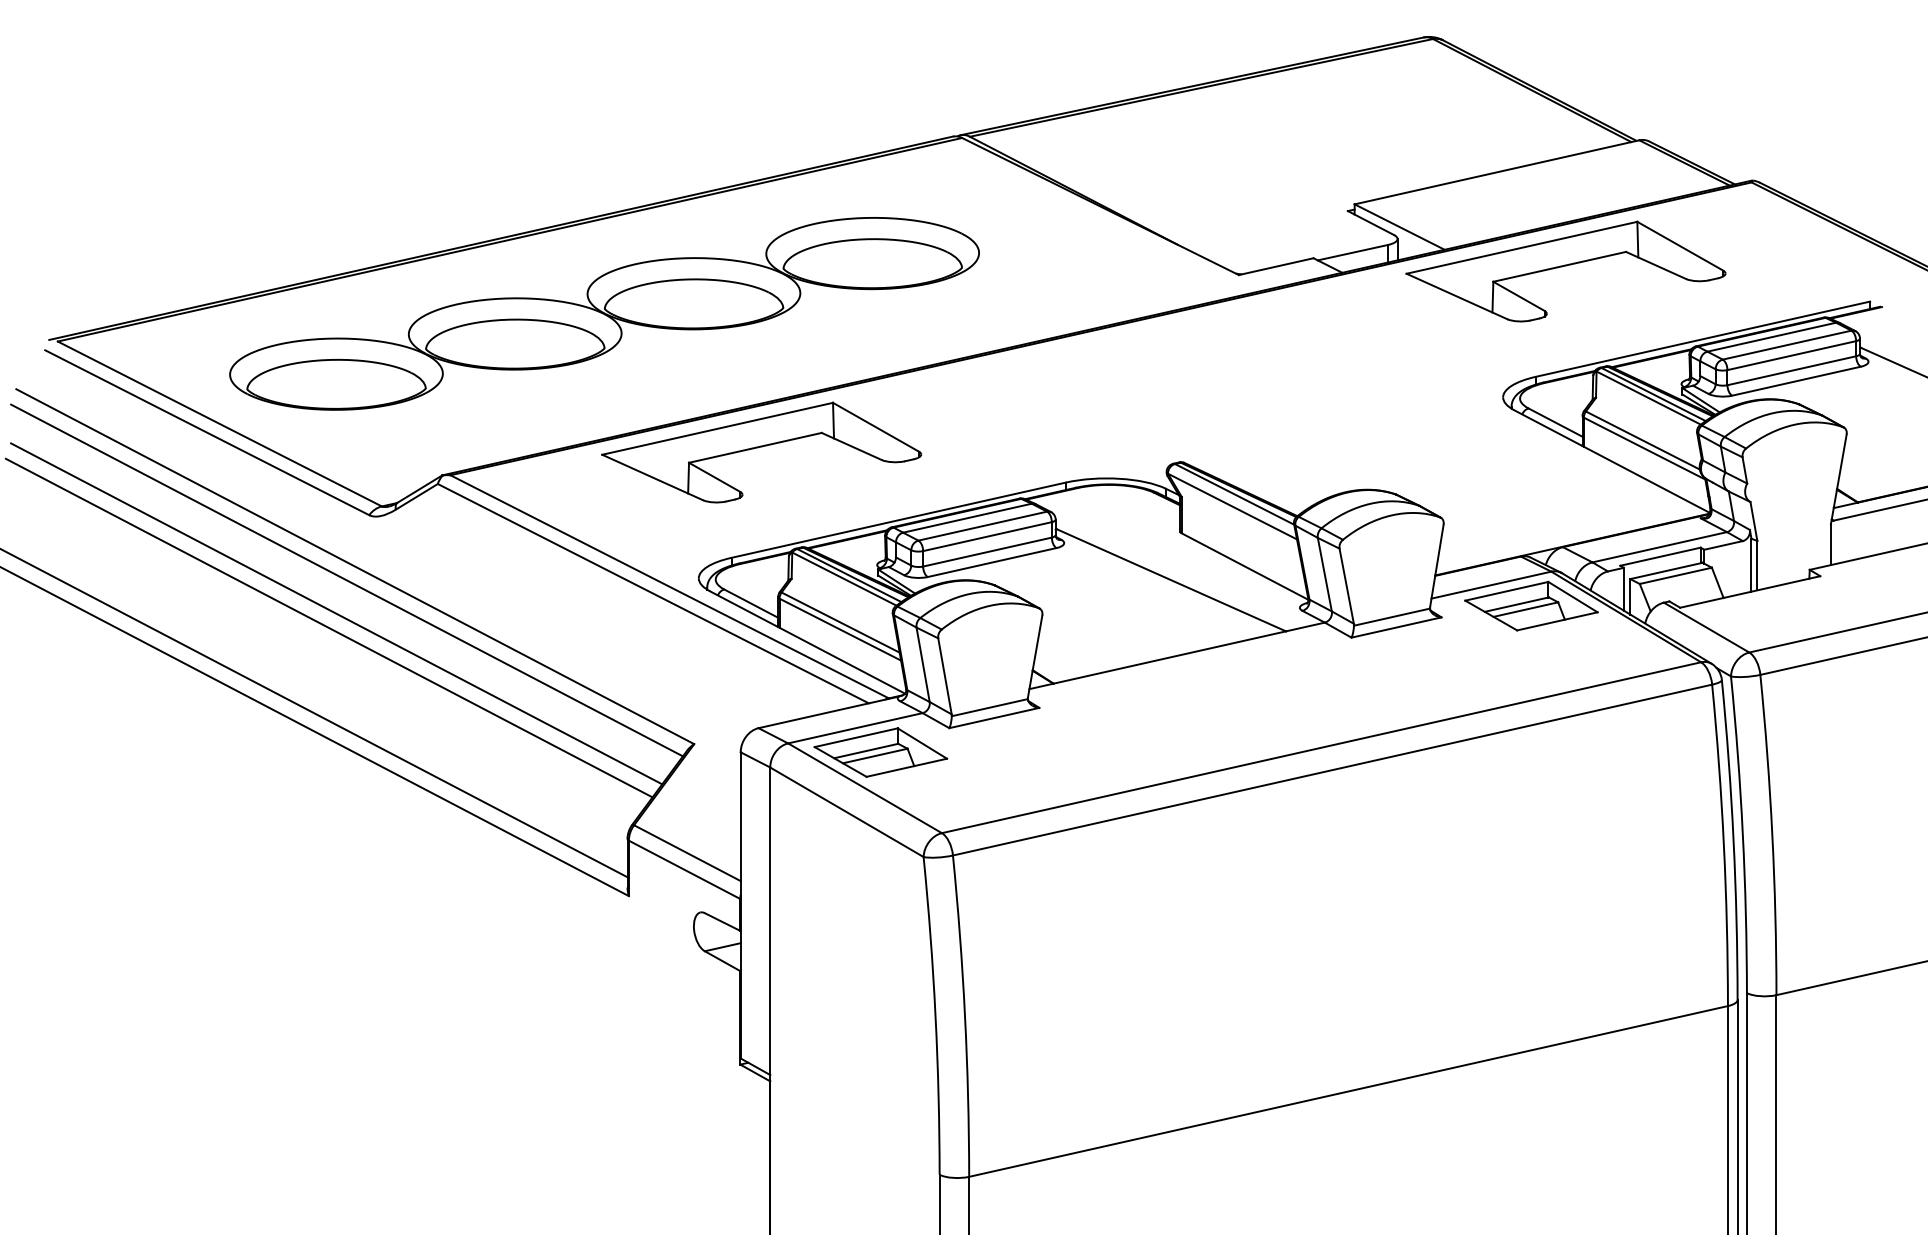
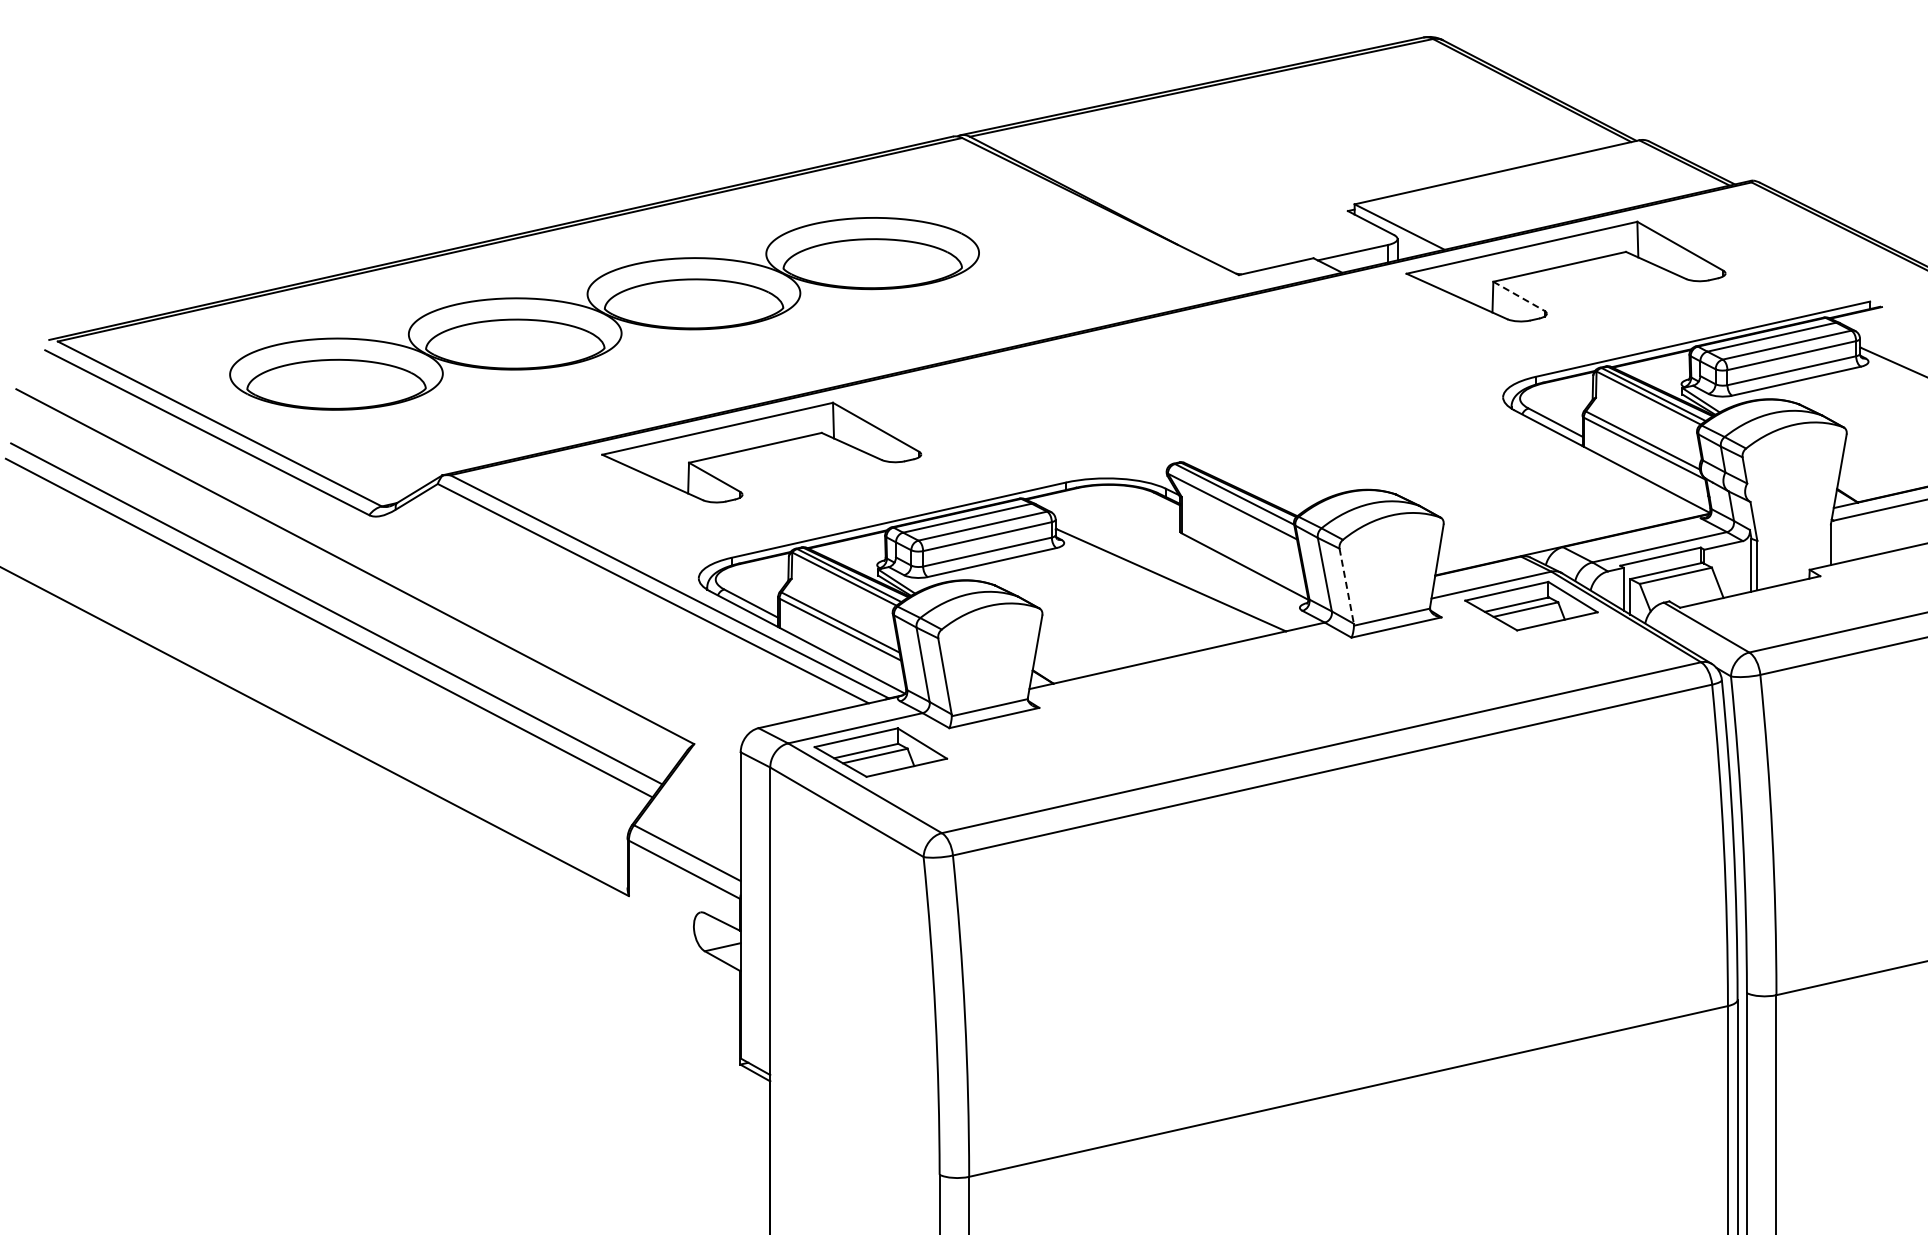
line at (1519, 296): solid -> dashed
line at (346, 580): present -> none
line at (1346, 586): solid -> dashed
line at (314, 713): present -> none
